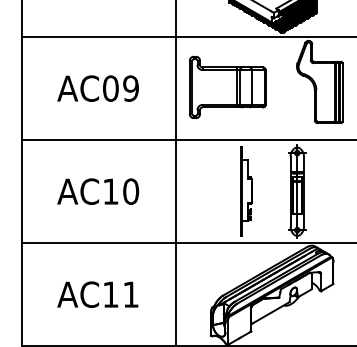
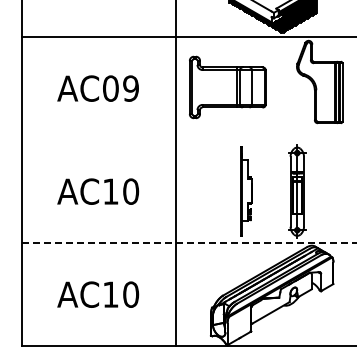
line at (187, 140): present -> none
line at (189, 243): solid -> dashed
text at (131, 294): AC11 -> AC10
